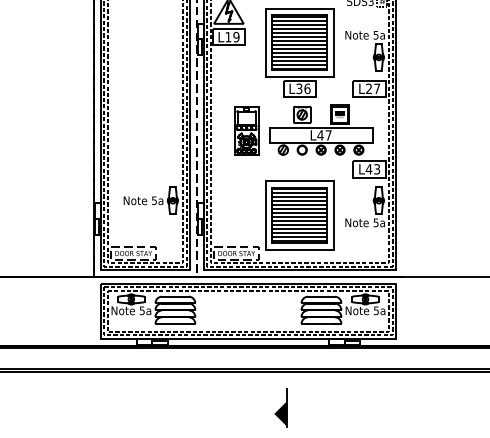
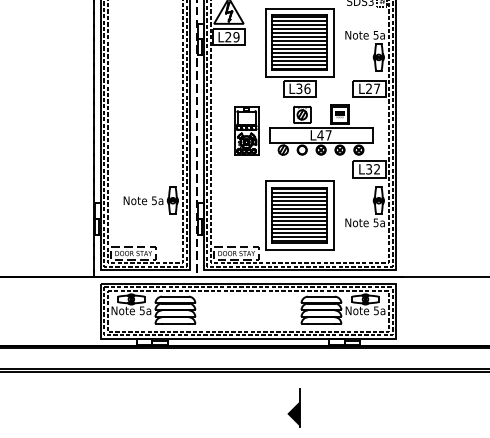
text at (228, 37): L19 -> L29
text at (372, 169): L43 -> L32
part at (280, 407) position: (280, 407) -> (293, 407)
